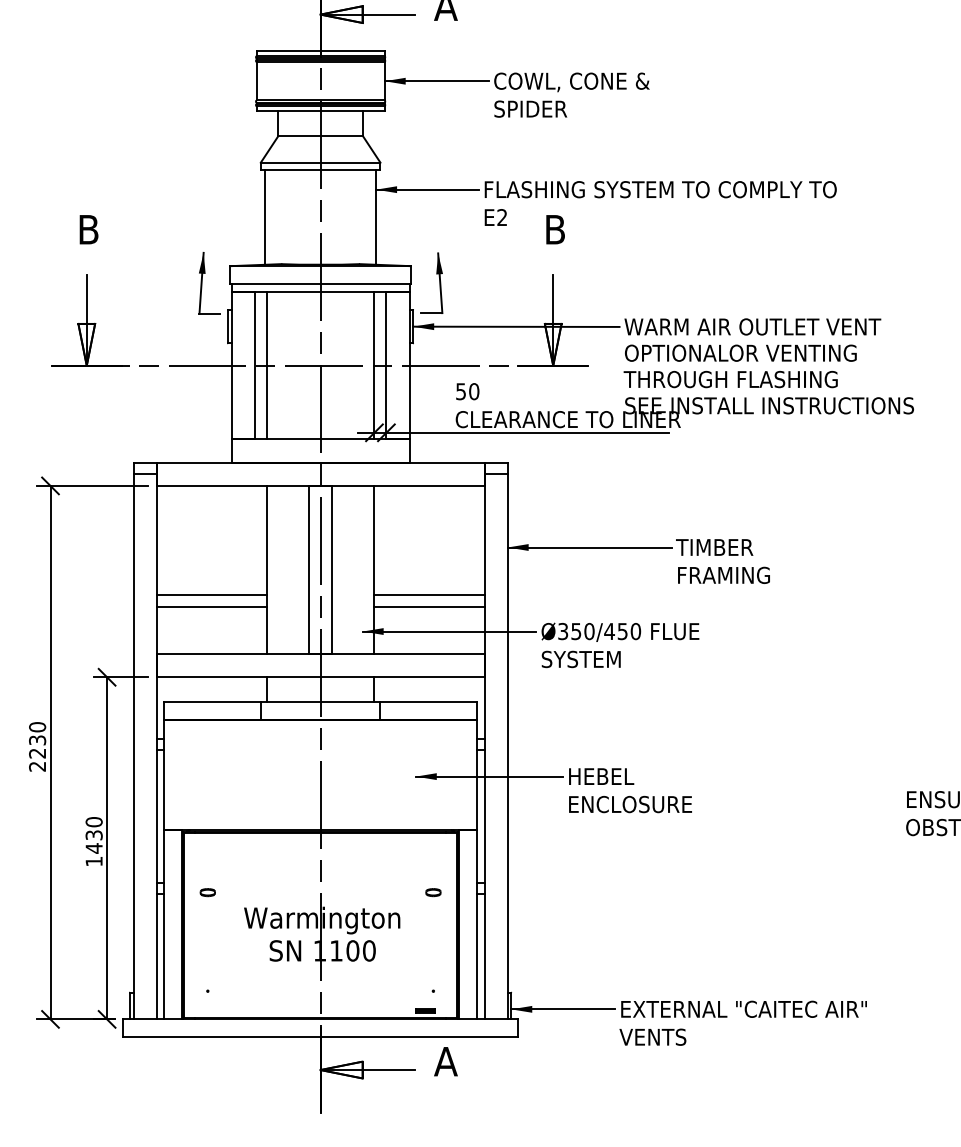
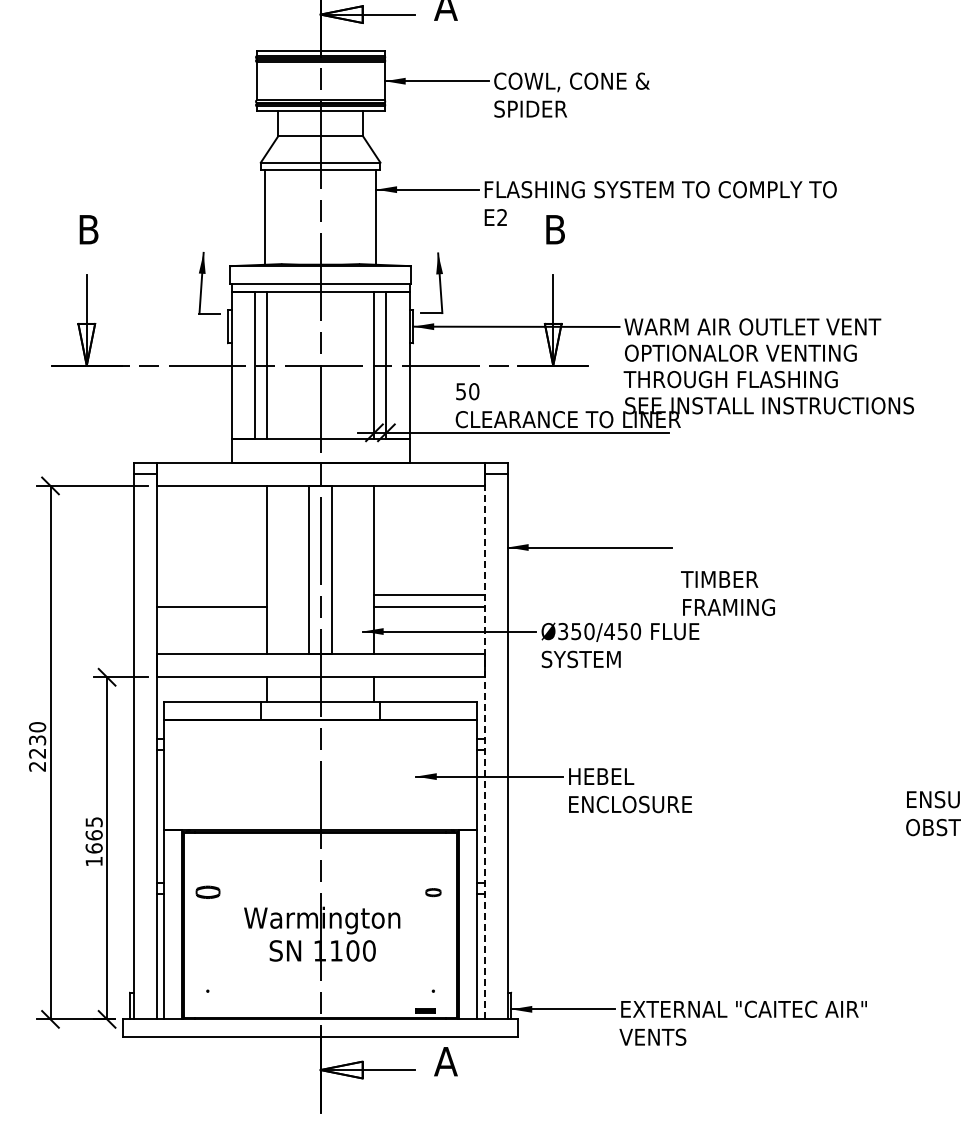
text at (722, 561) position: (722, 561) -> (727, 593)
line at (211, 595): present -> none
line at (484, 746): solid -> dashed
text at (93, 835): 1430 -> 1665
part at (207, 892) size: 17x10 px -> 26x14 px
